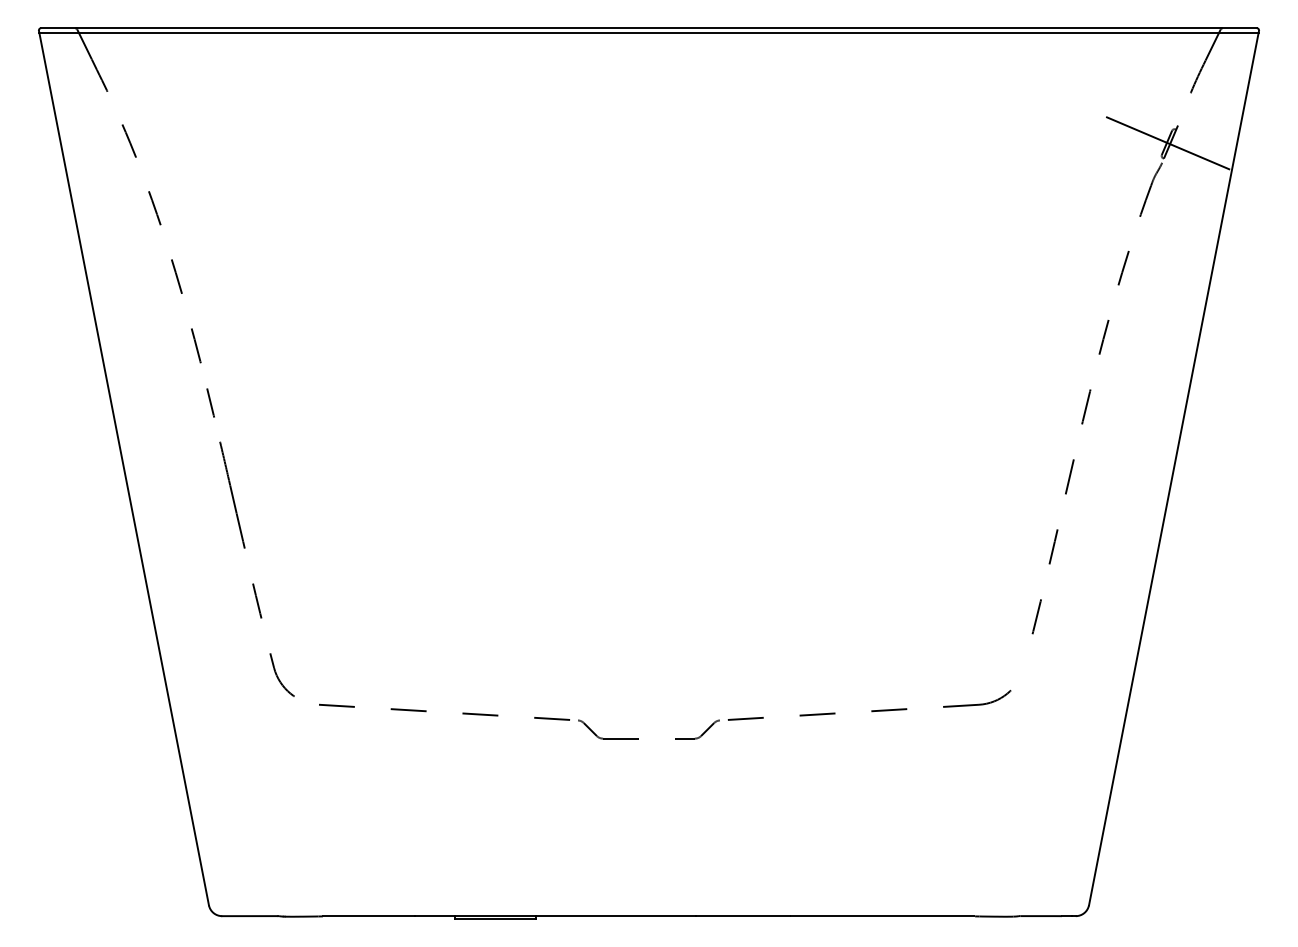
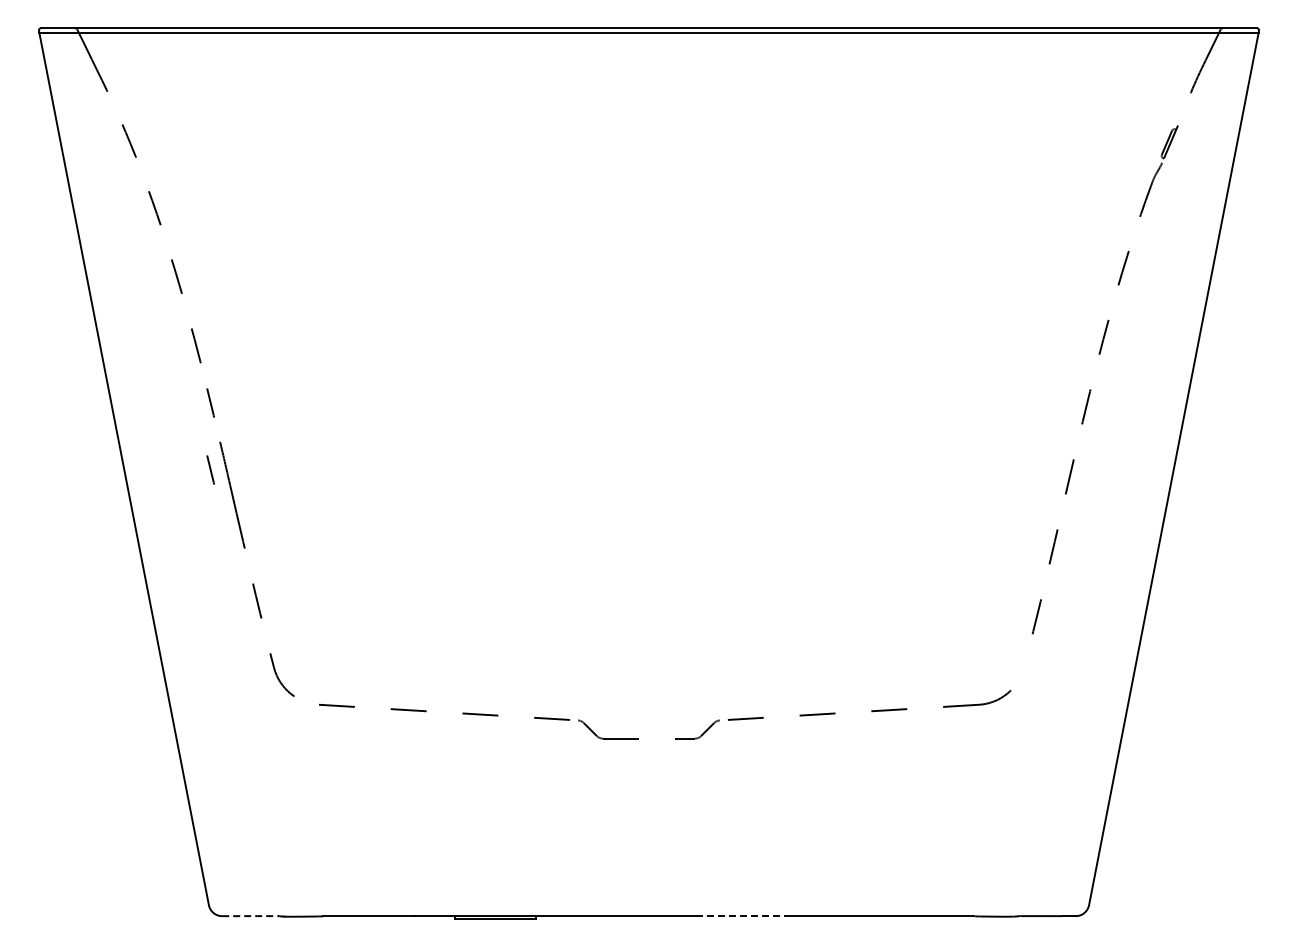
line at (1170, 143): present -> none
line at (210, 469): none -> present
line at (249, 916): solid -> dashed
line at (743, 916): solid -> dashed
